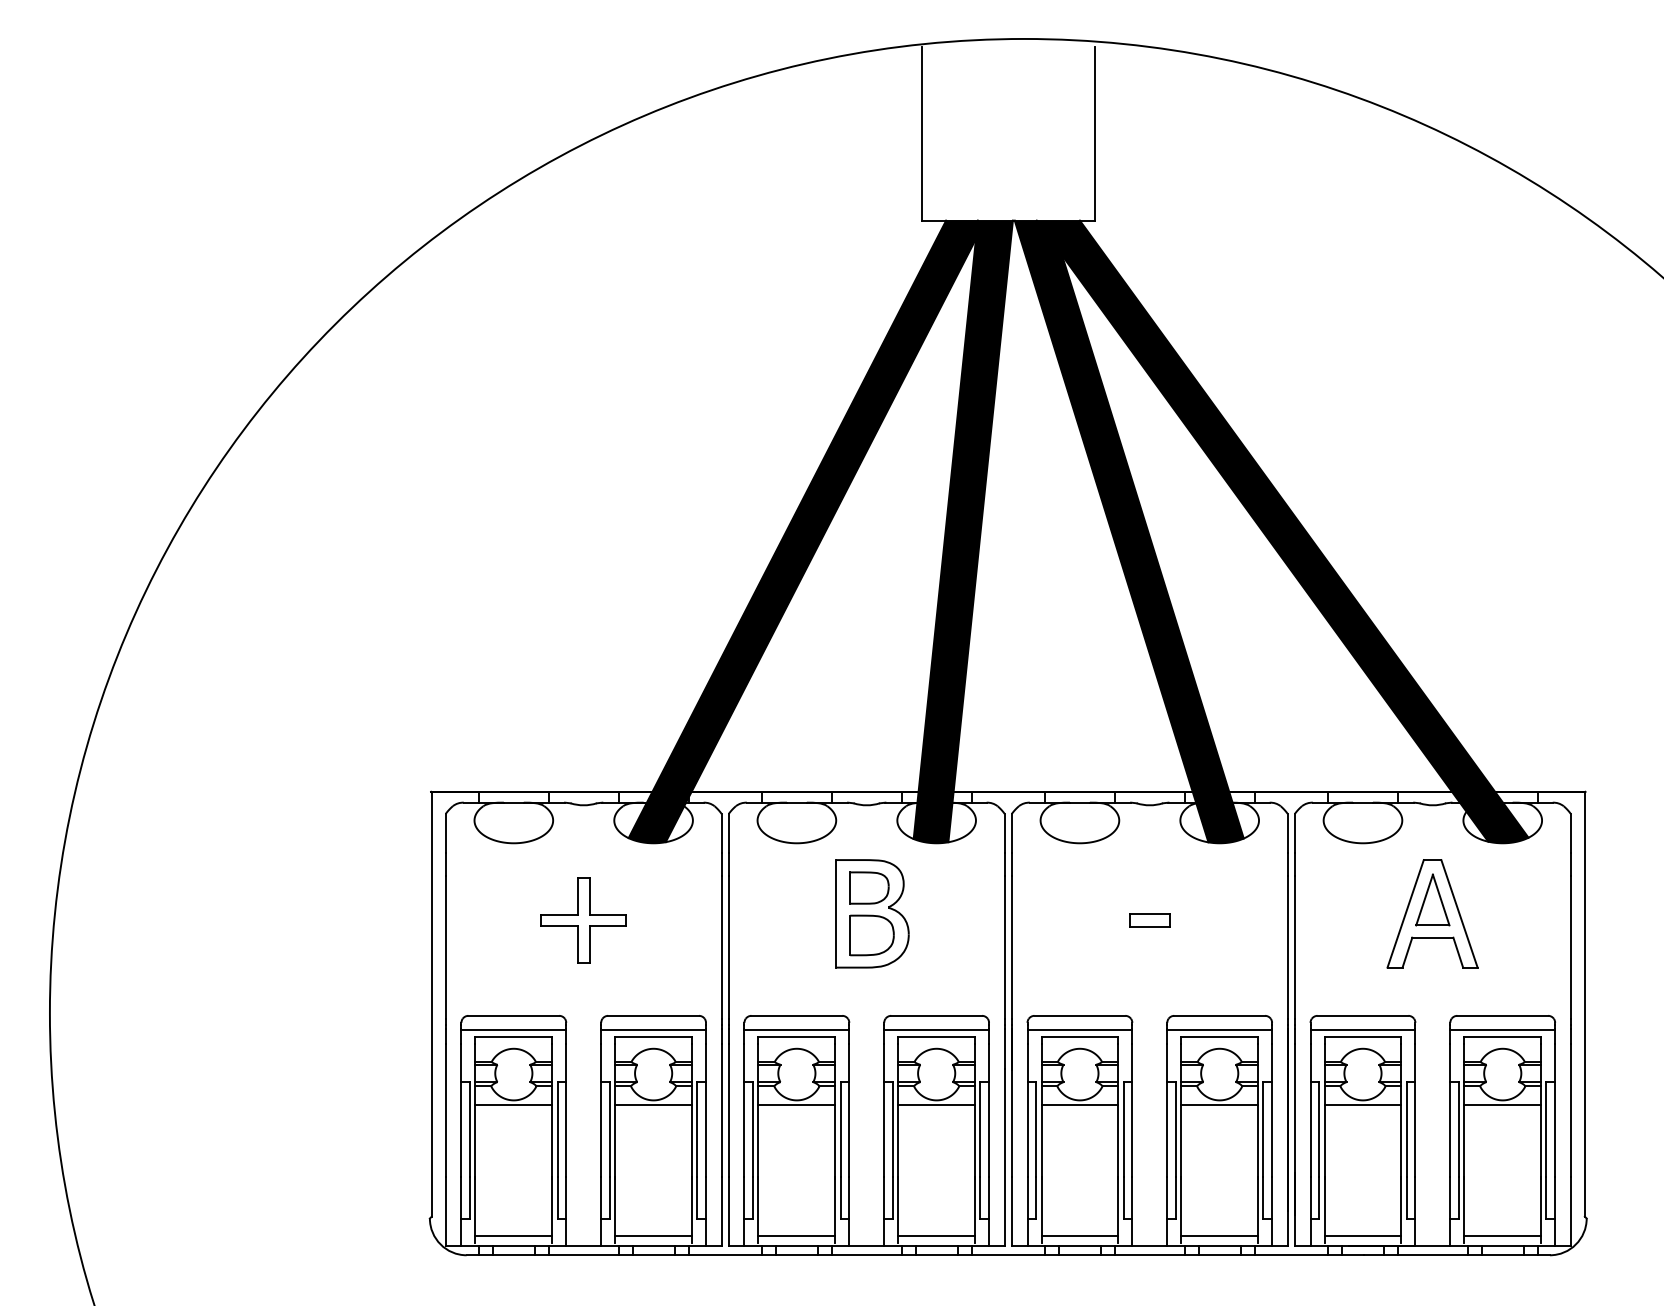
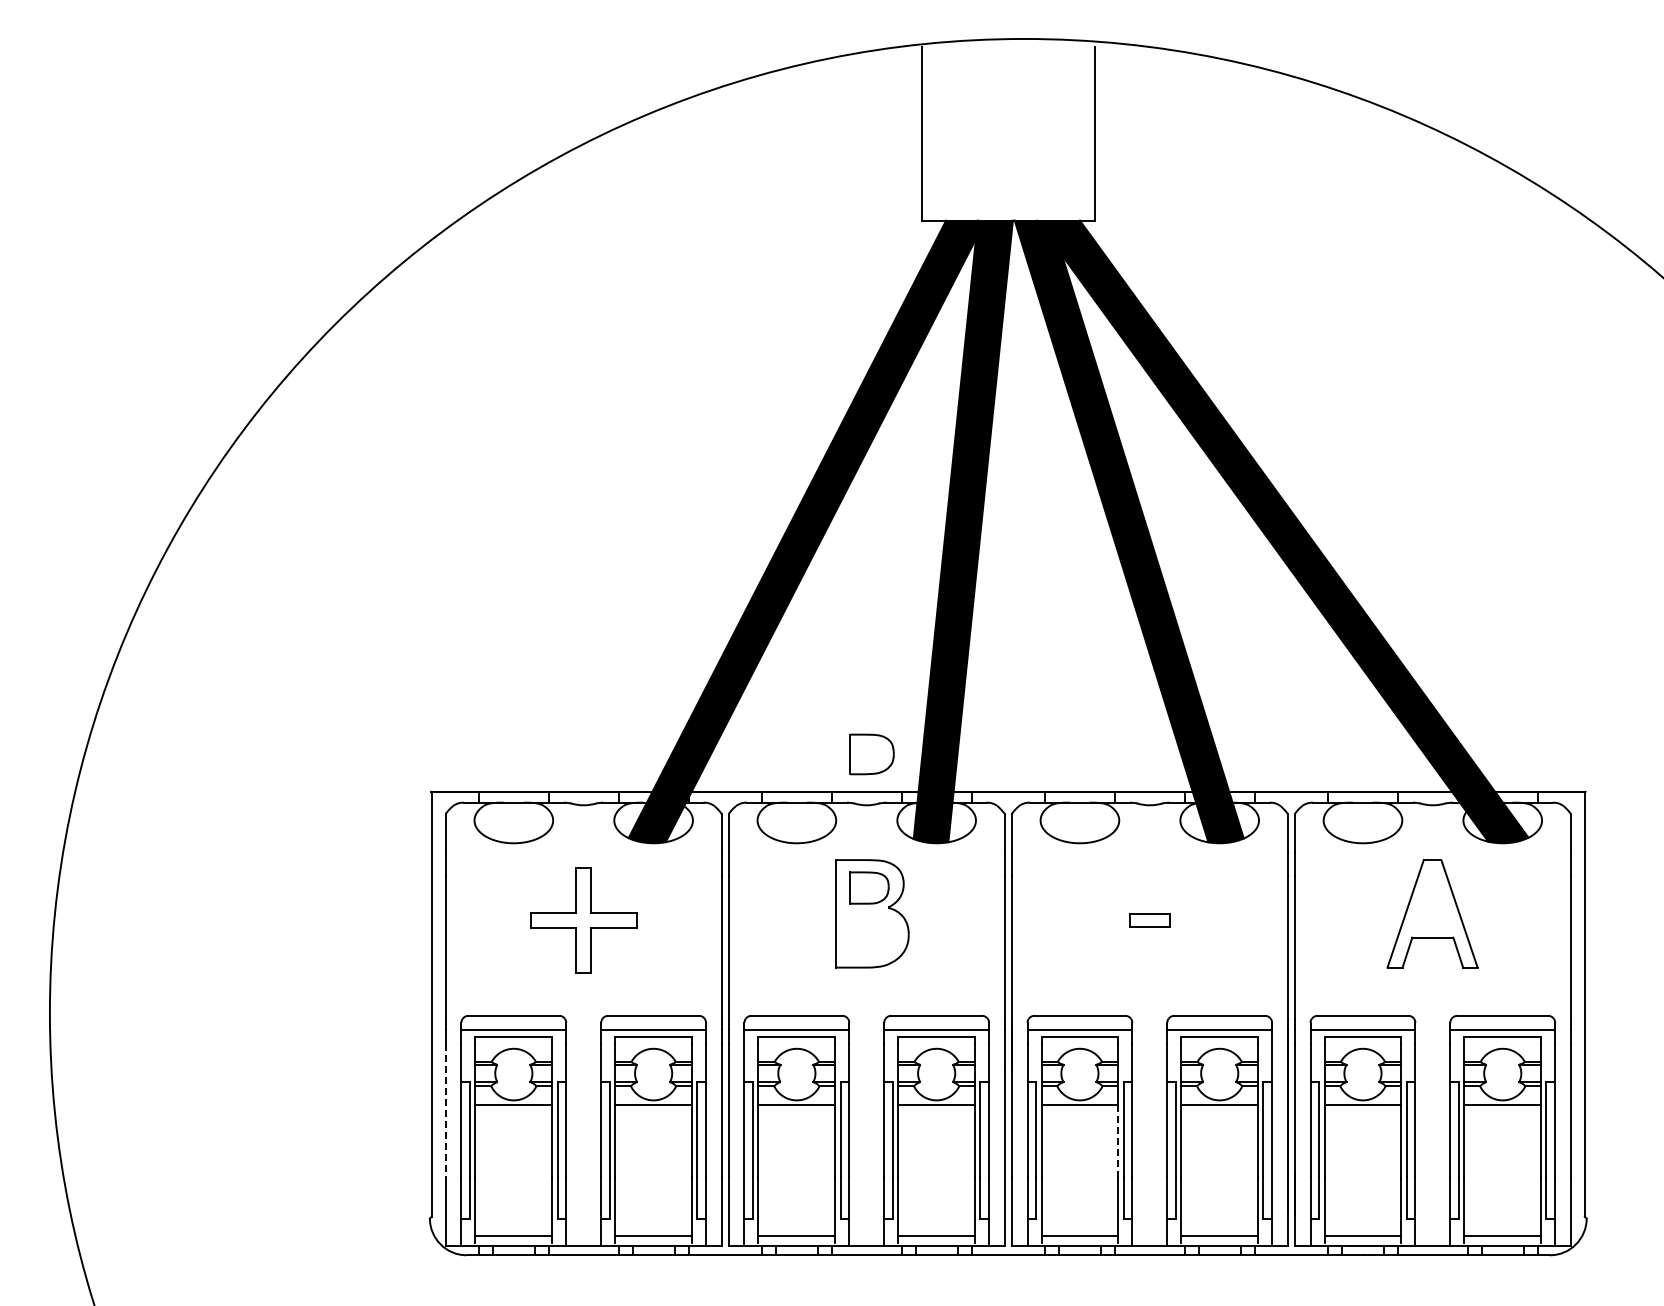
part at (1432, 899): present -> none
part at (583, 920) size: 87x87 px -> 108x107 px
part at (871, 935) position: (871, 935) -> (871, 754)
line at (445, 1110): solid -> dashed
line at (1118, 1141): solid -> dashed
